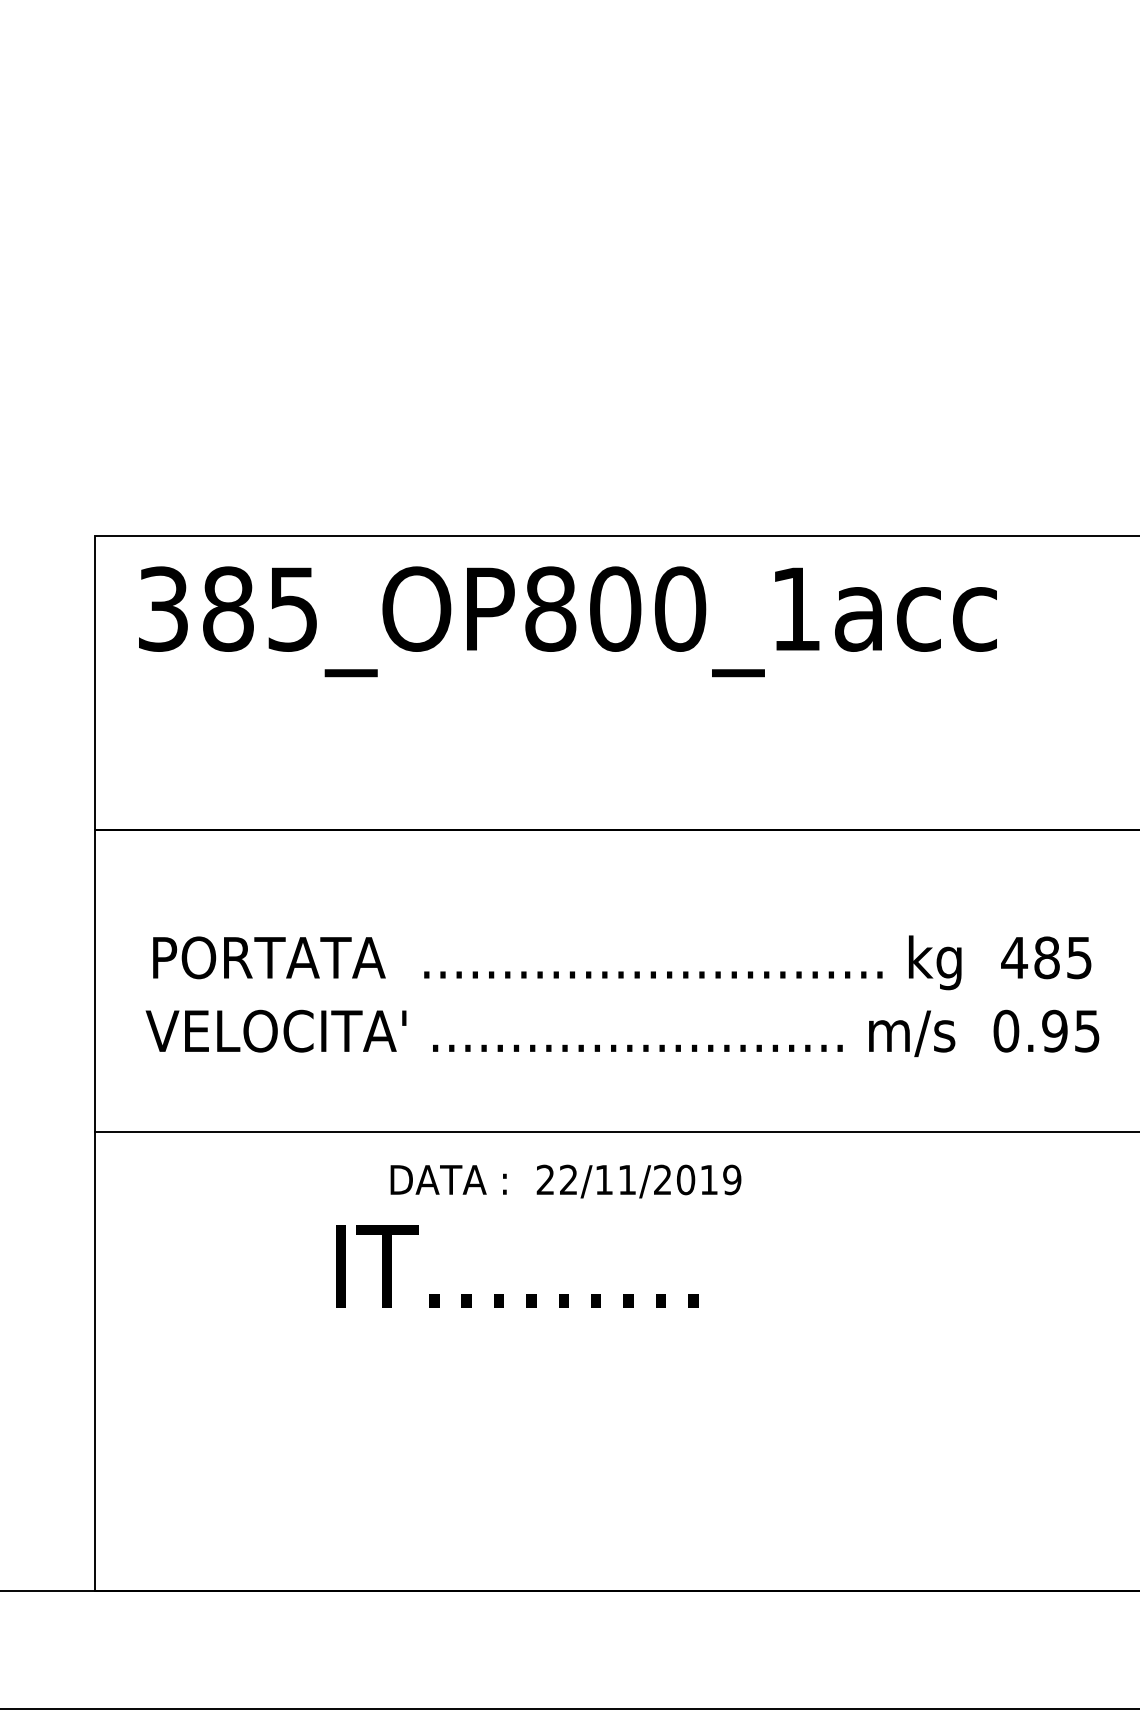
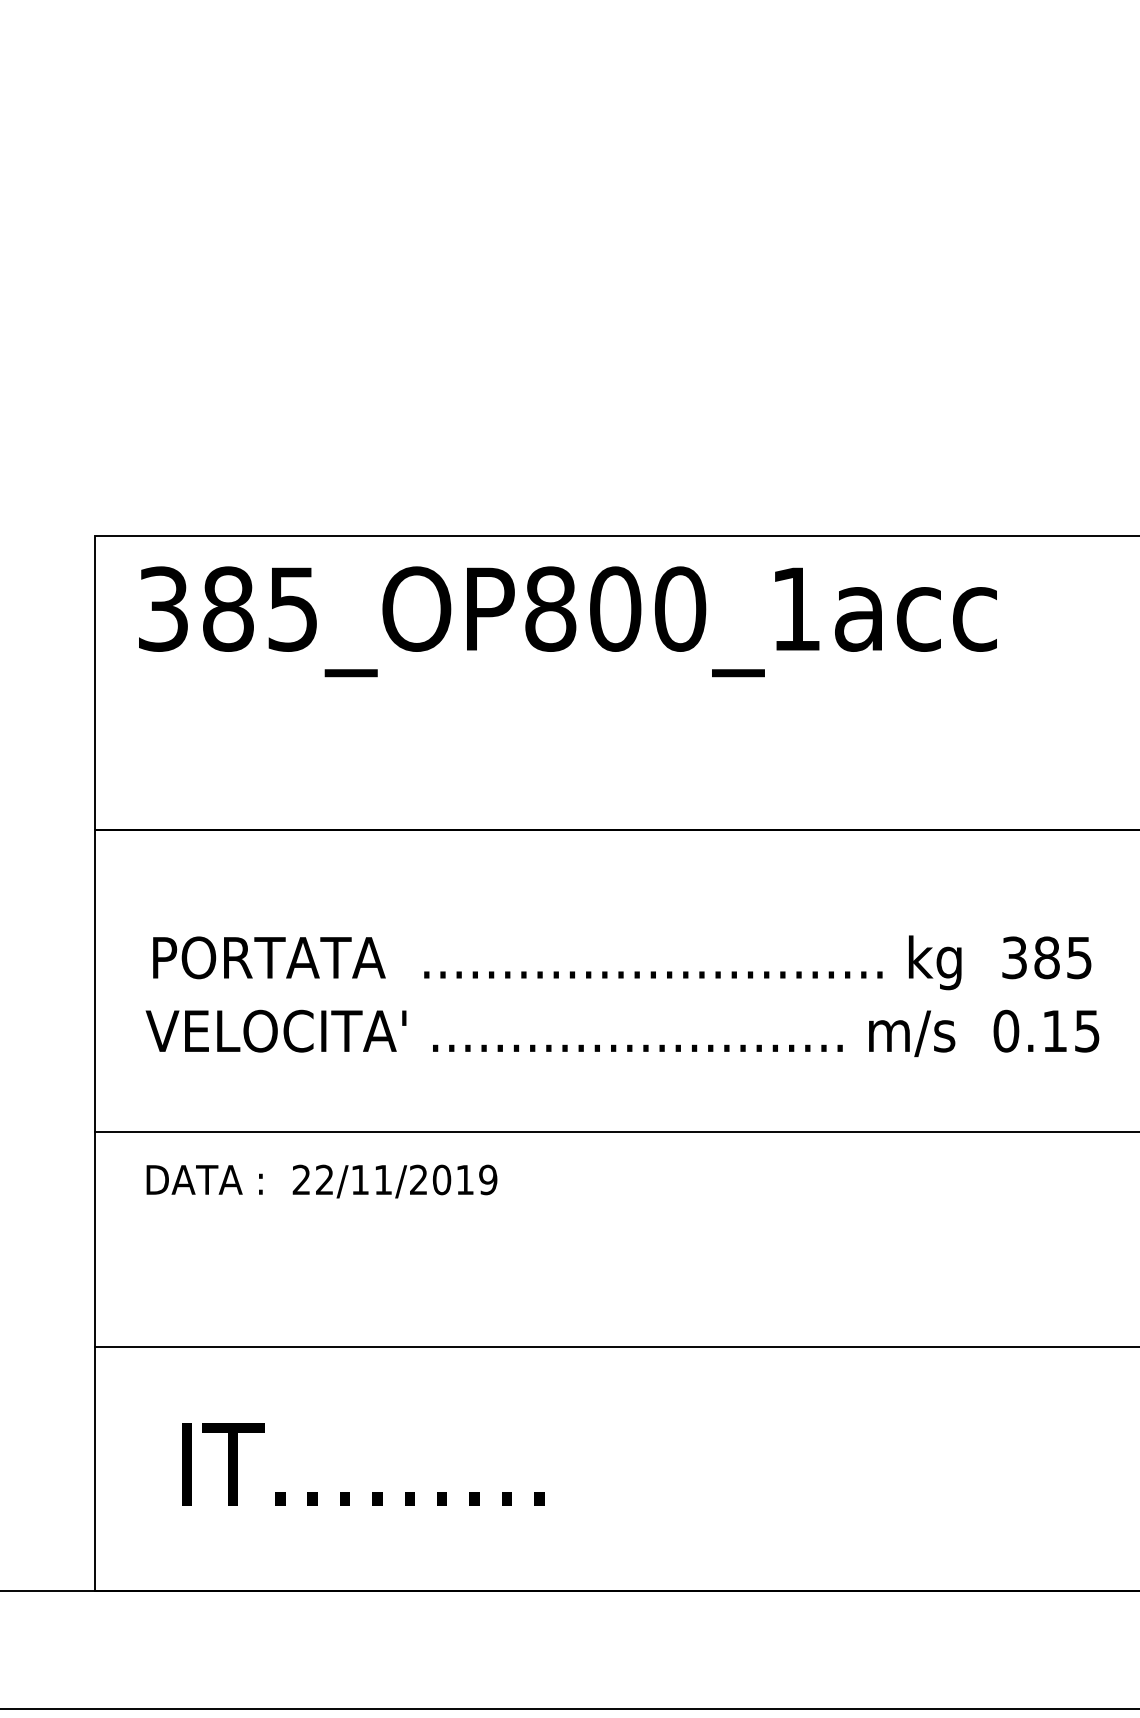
text at (1014, 957): 485 -> 385
text at (1054, 1030): 0.95 -> 0.15
text at (565, 1181) position: (565, 1181) -> (321, 1181)
text at (517, 1266) position: (517, 1266) -> (363, 1464)
line at (615, 1347): none -> present
